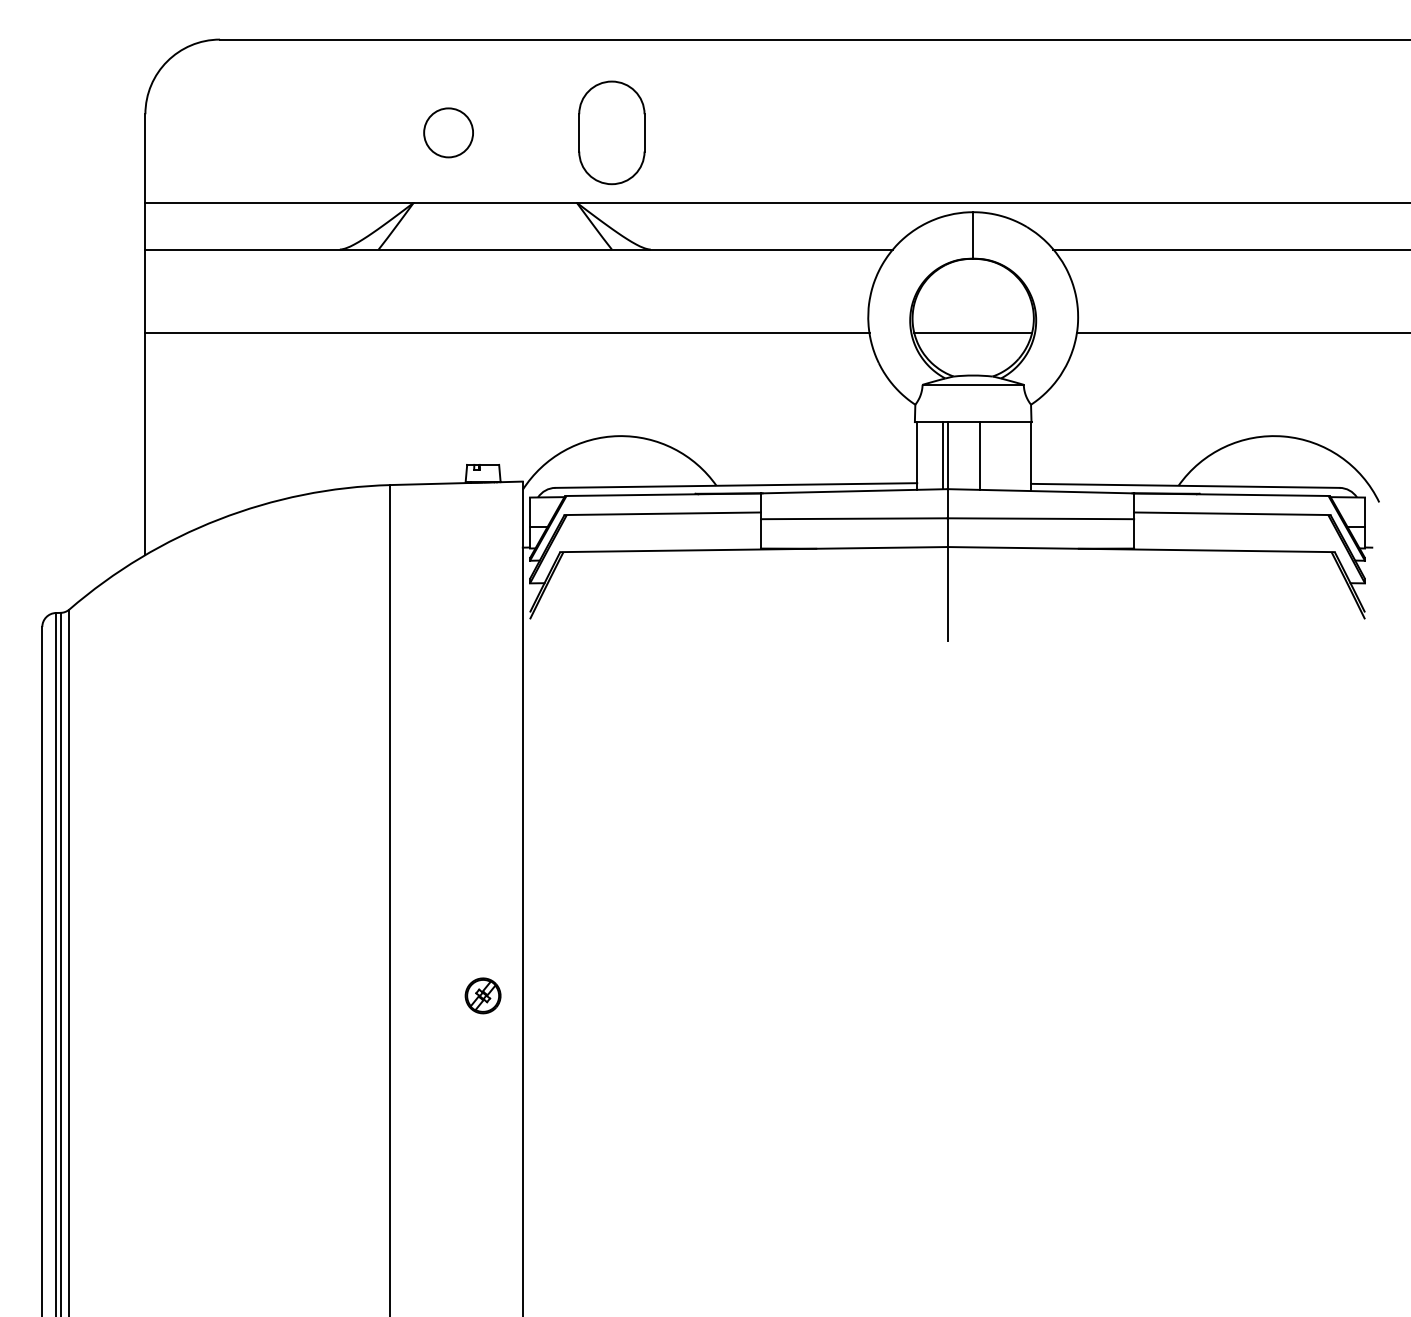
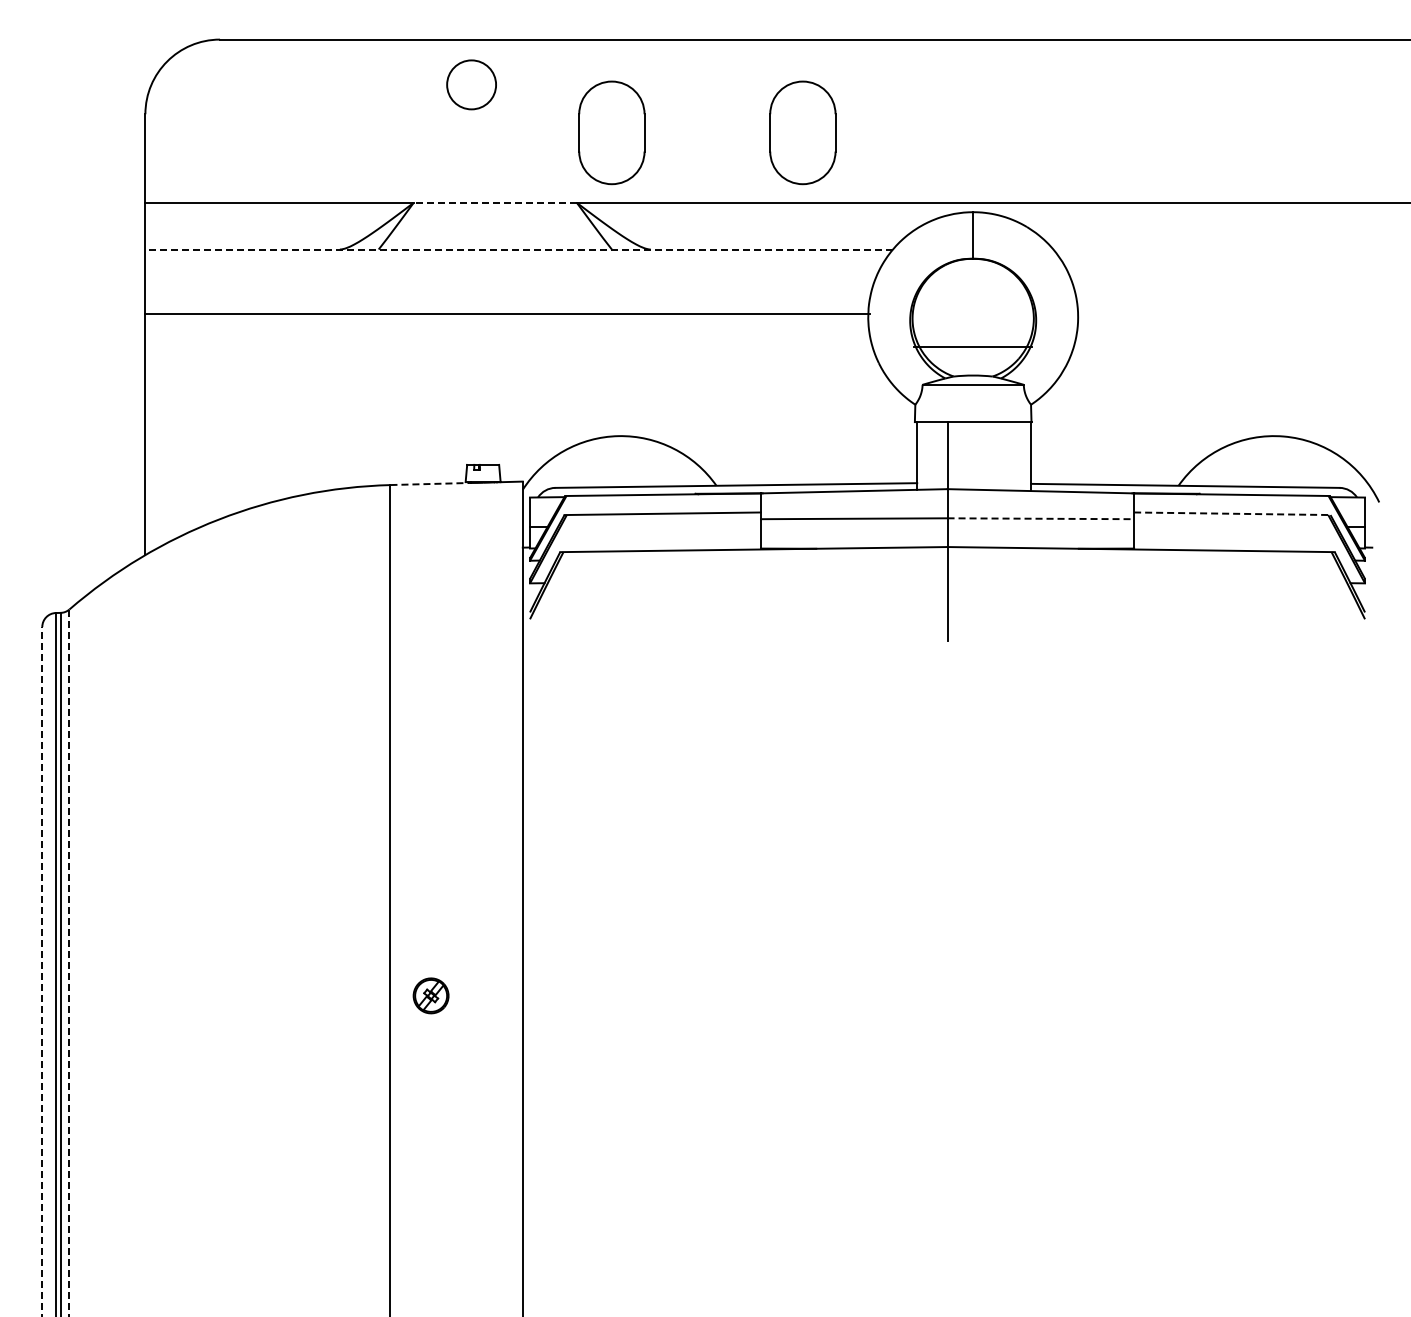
circle at (448, 132) position: (448, 132) -> (471, 84)
part at (802, 132): none -> present
line at (495, 202): solid -> dashed
line at (519, 249): solid -> dashed
line at (1230, 249): present -> none
line at (507, 333) position: (507, 333) -> (507, 314)
line at (973, 333) position: (973, 333) -> (973, 347)
line at (1241, 333): present -> none
line at (942, 455): present -> none
line at (980, 455): present -> none
line at (430, 484): solid -> dashed
line at (1232, 513): solid -> dashed
line at (1041, 518): solid -> dashed
line at (69, 963): solid -> dashed
line at (42, 971): solid -> dashed
part at (482, 995) position: (482, 995) -> (430, 995)
